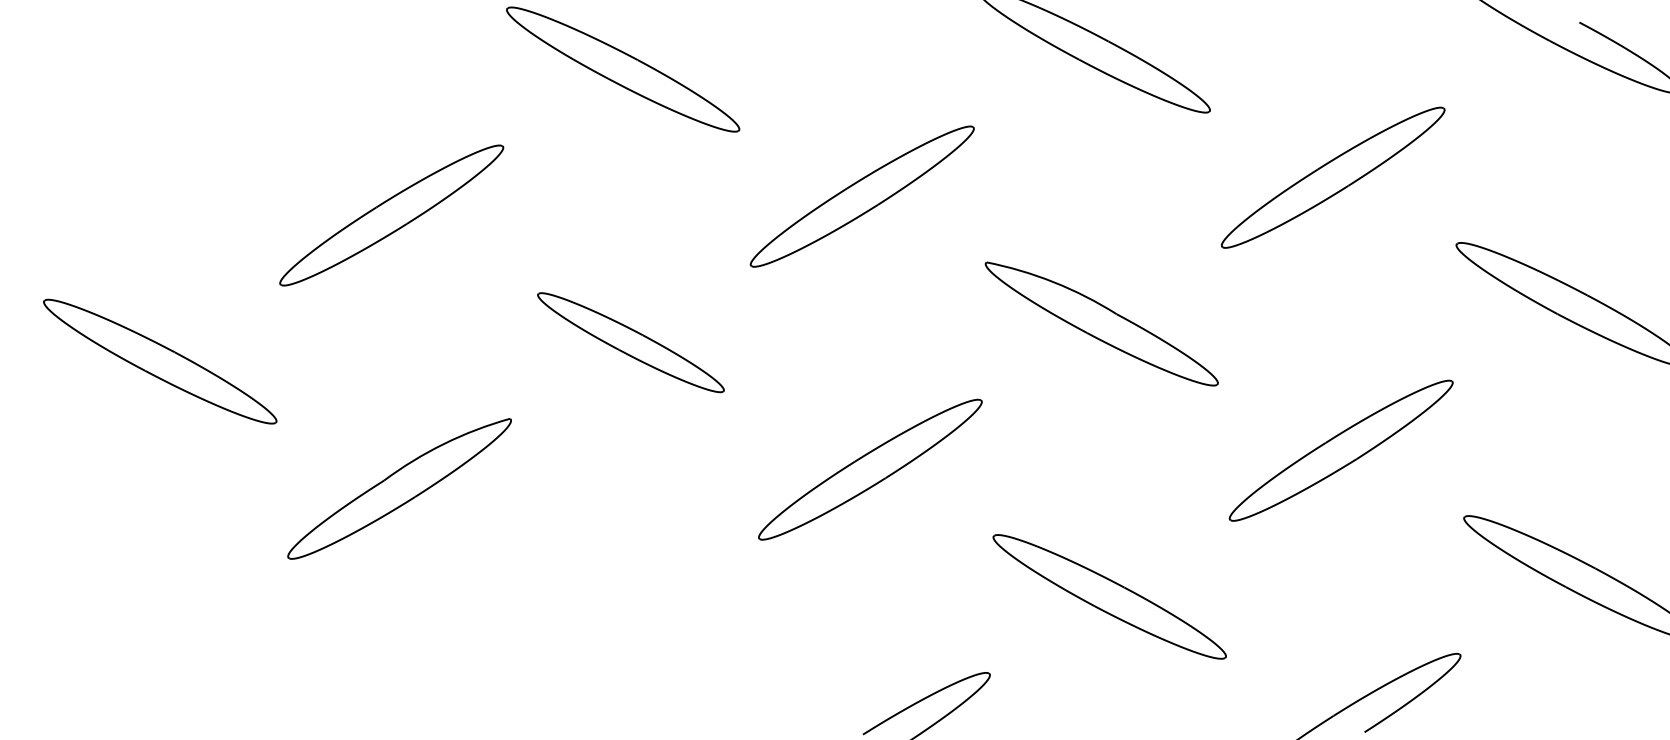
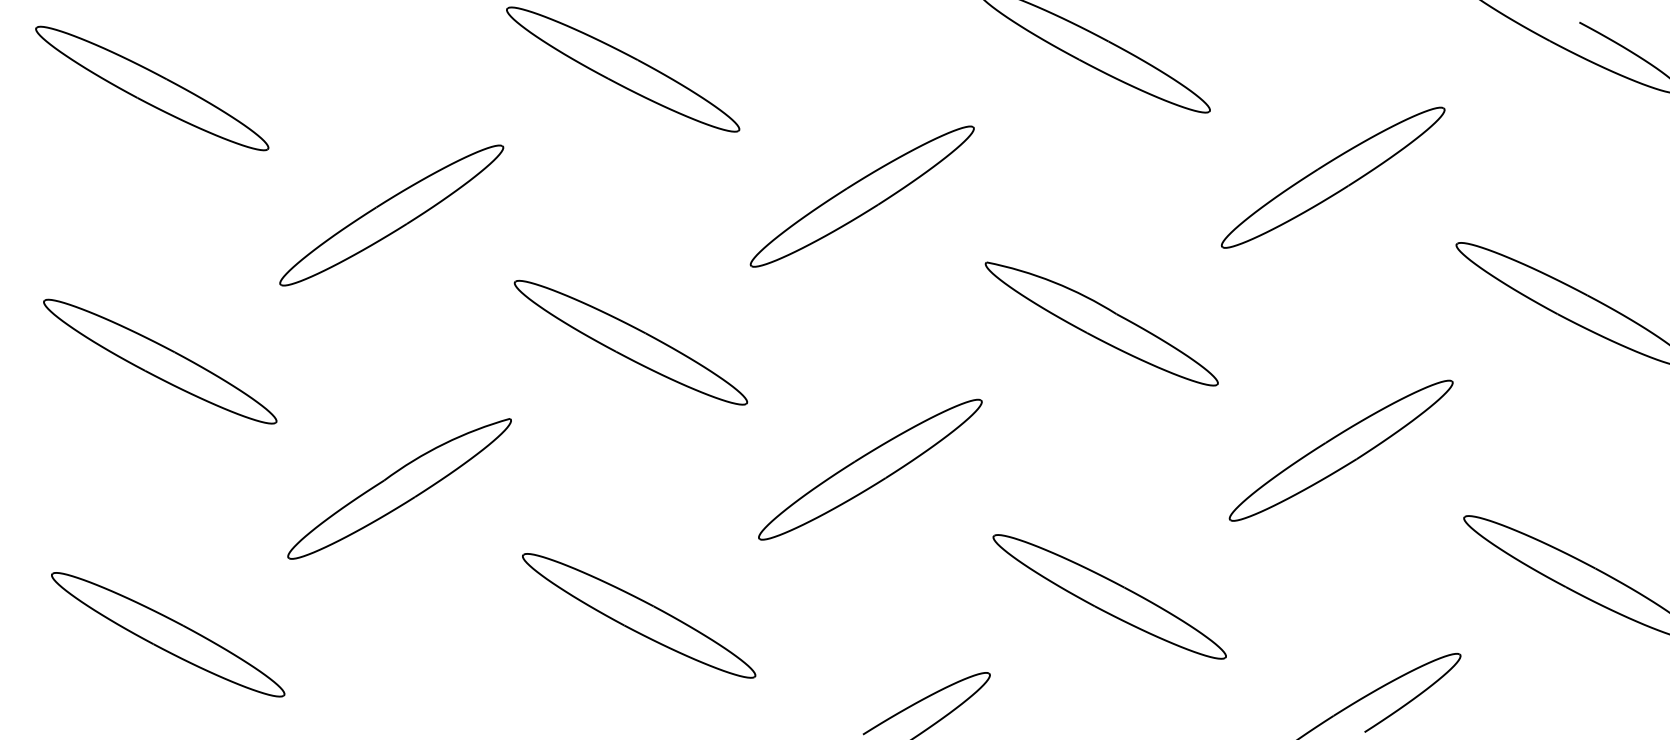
part at (152, 88): none -> present
part at (630, 342) size: 188x102 px -> 236x127 px
part at (639, 615): none -> present
part at (168, 634): none -> present
